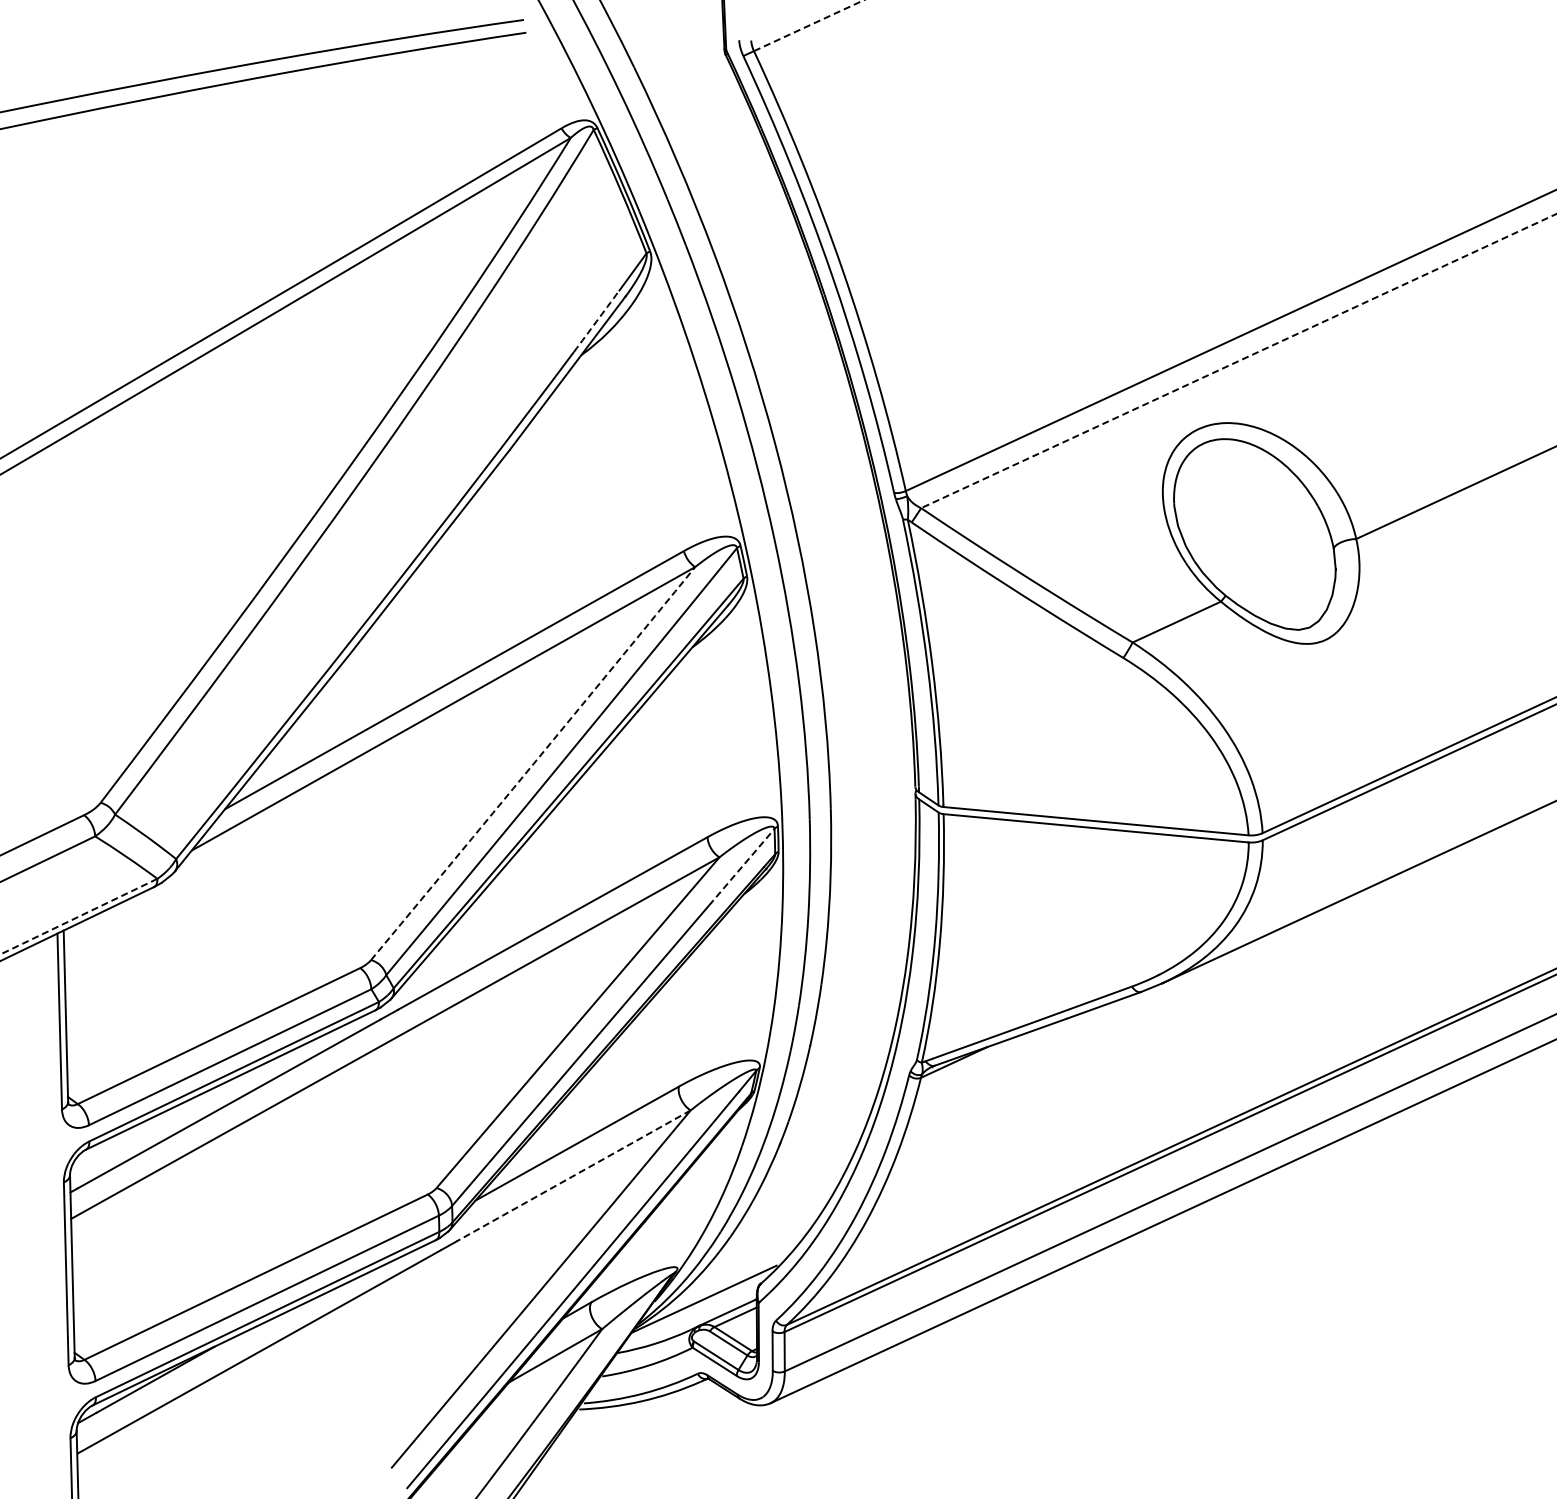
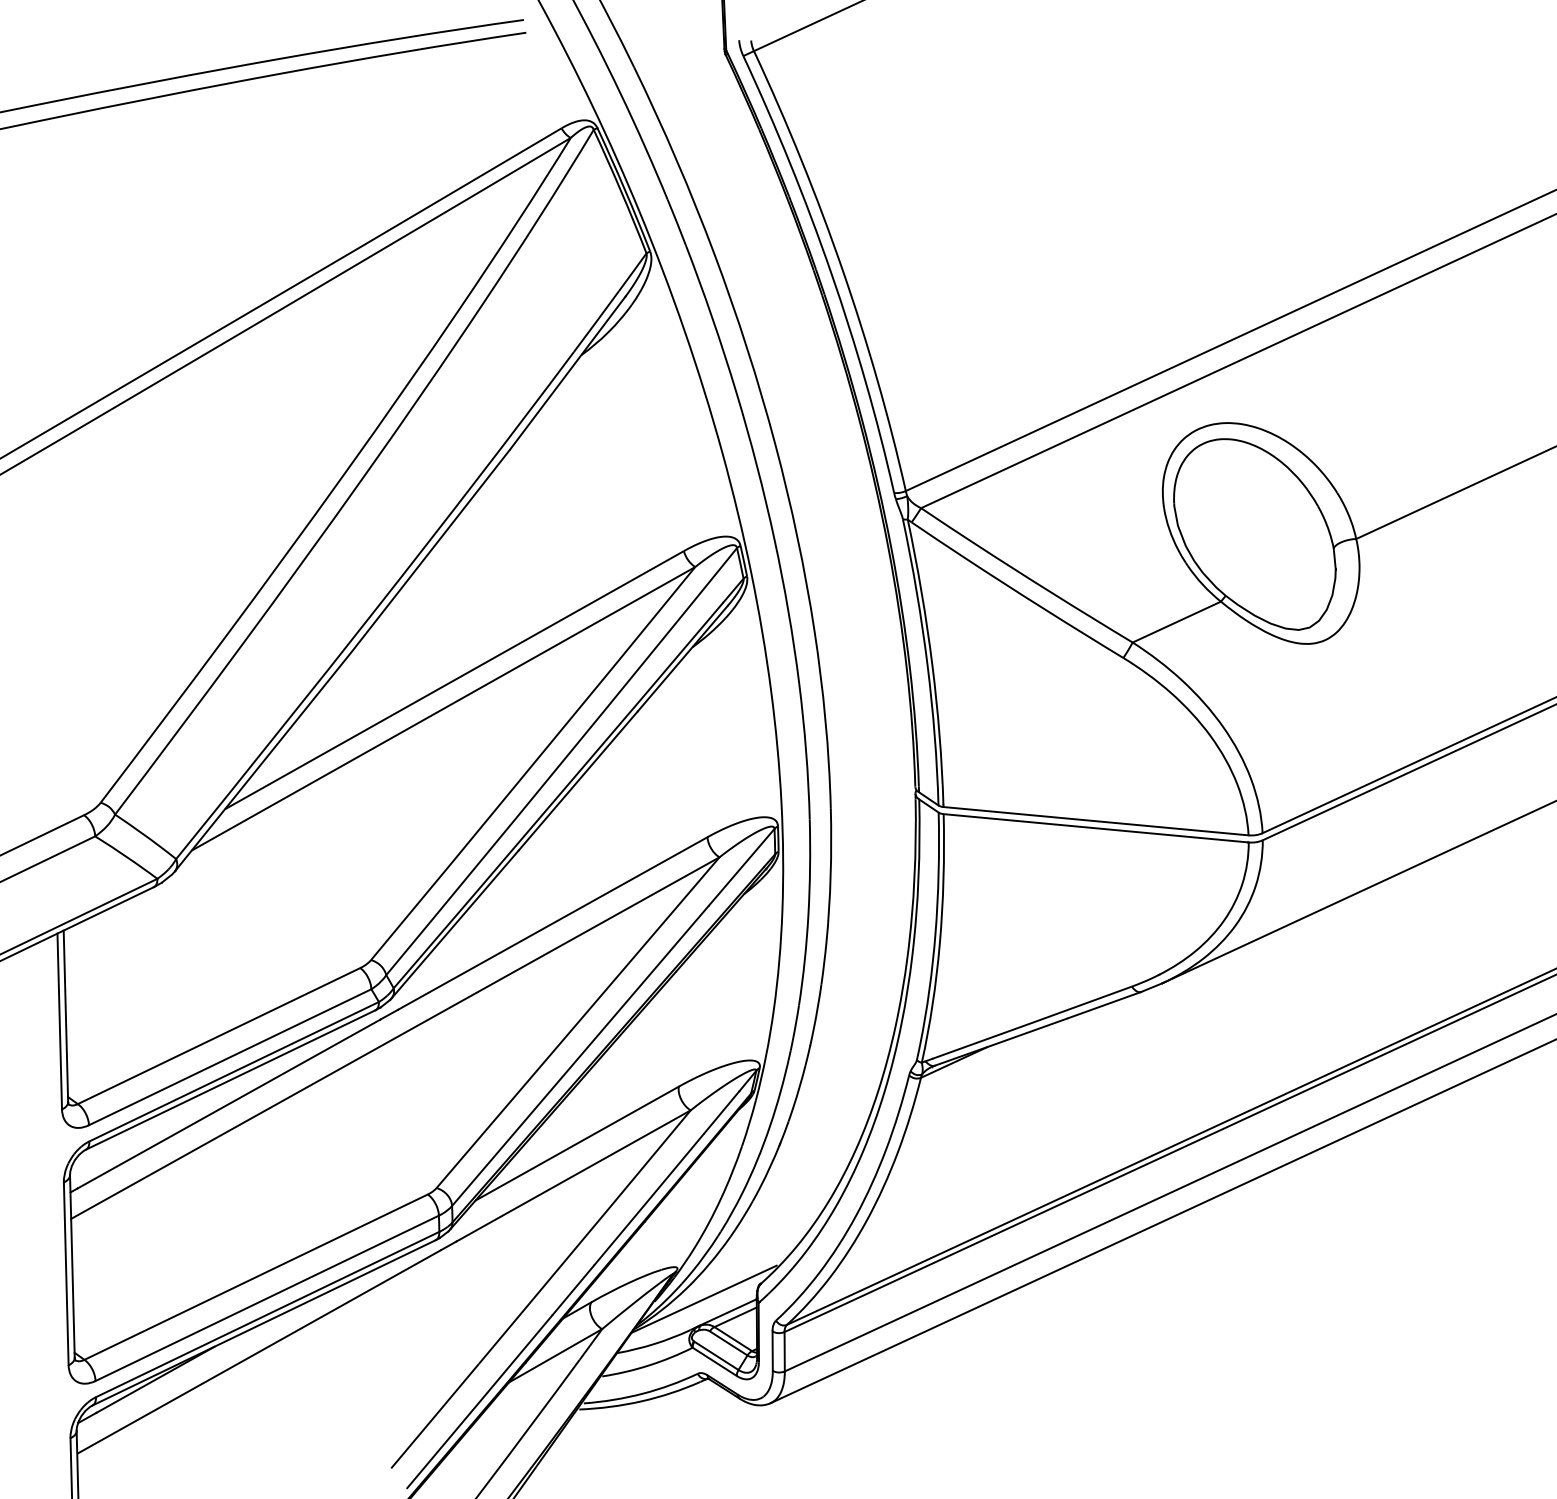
line at (809, 25): dashed -> solid
arc at (596, 321): dashed -> solid
line at (1238, 361): dashed -> solid
arc at (533, 763): dashed -> solid
line at (742, 866): dashed -> solid
line at (79, 916): dashed -> solid
line at (573, 1176): dashed -> solid
